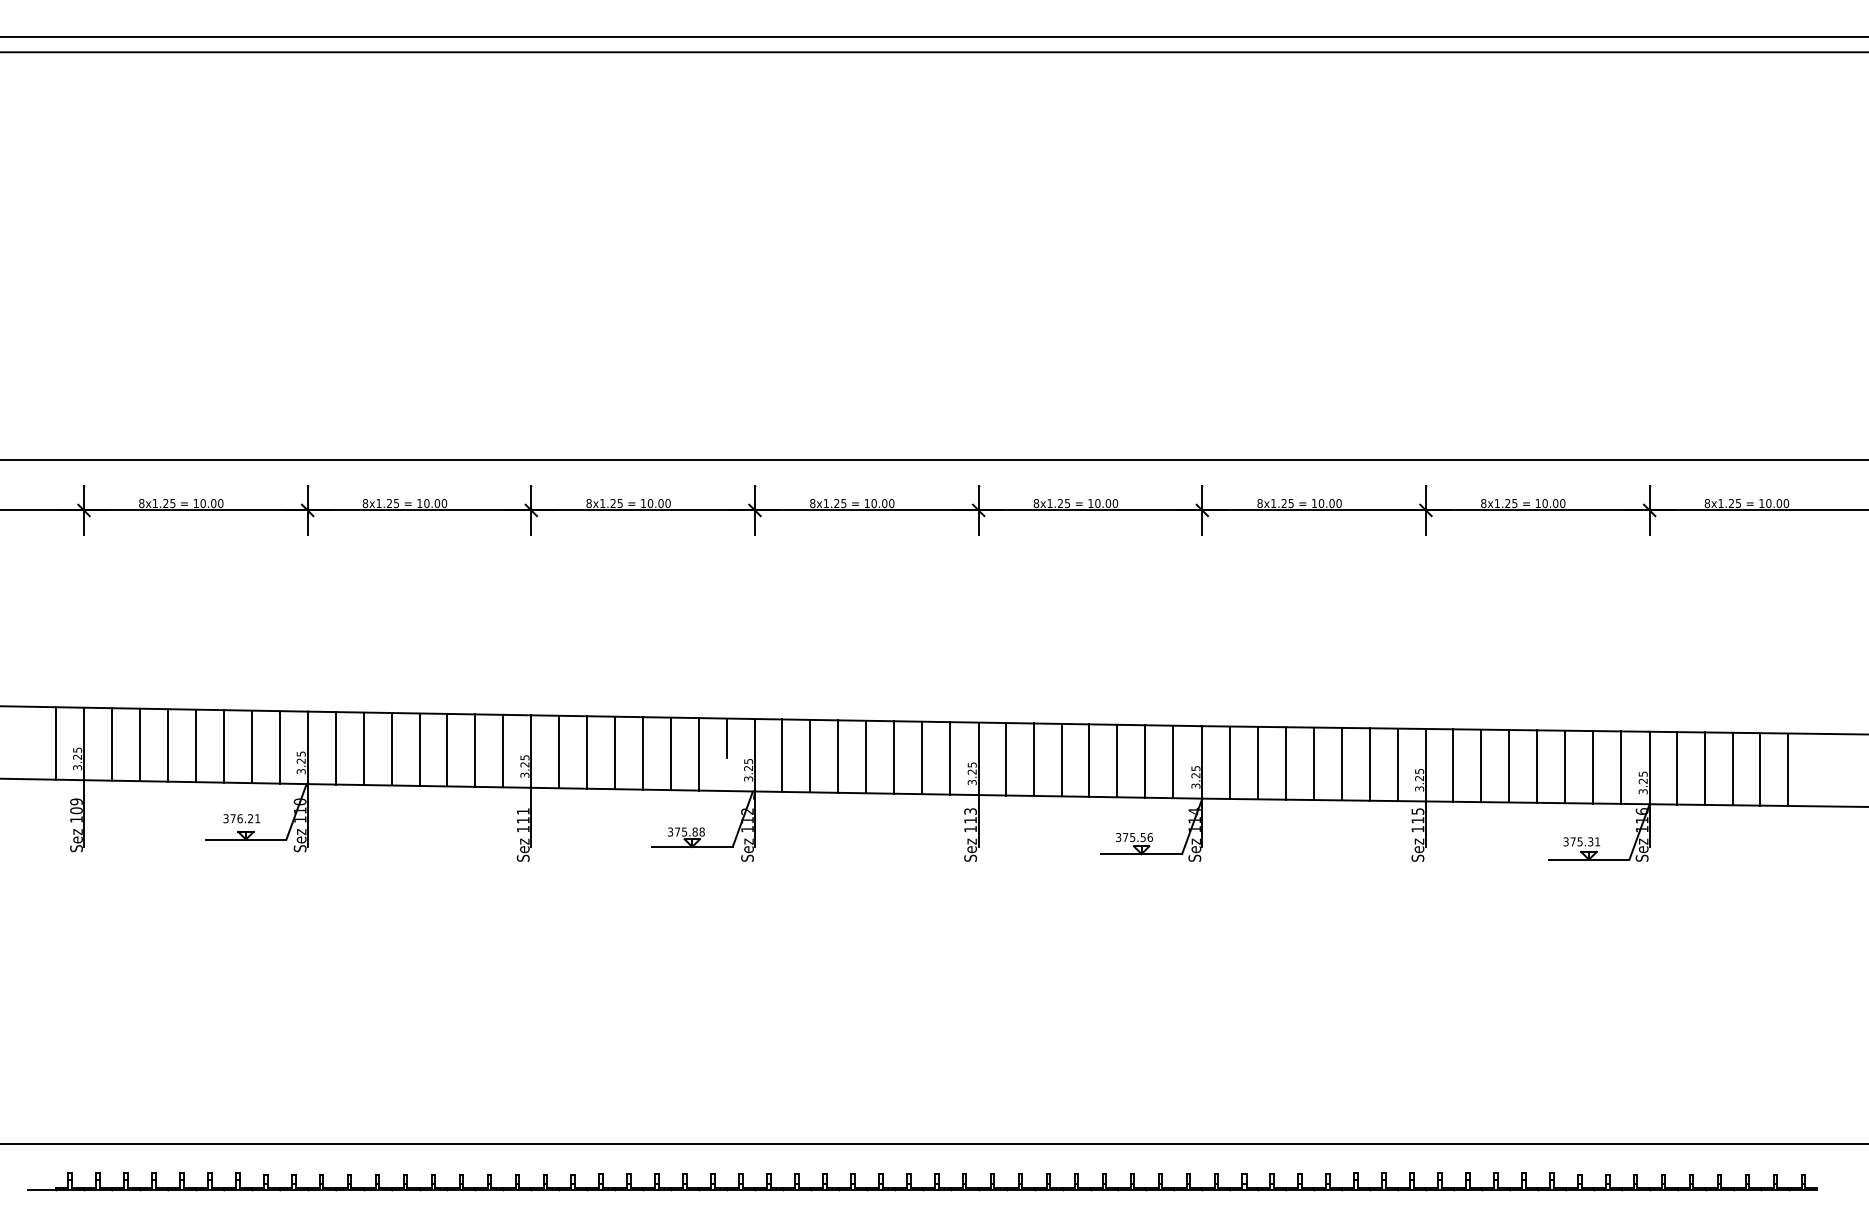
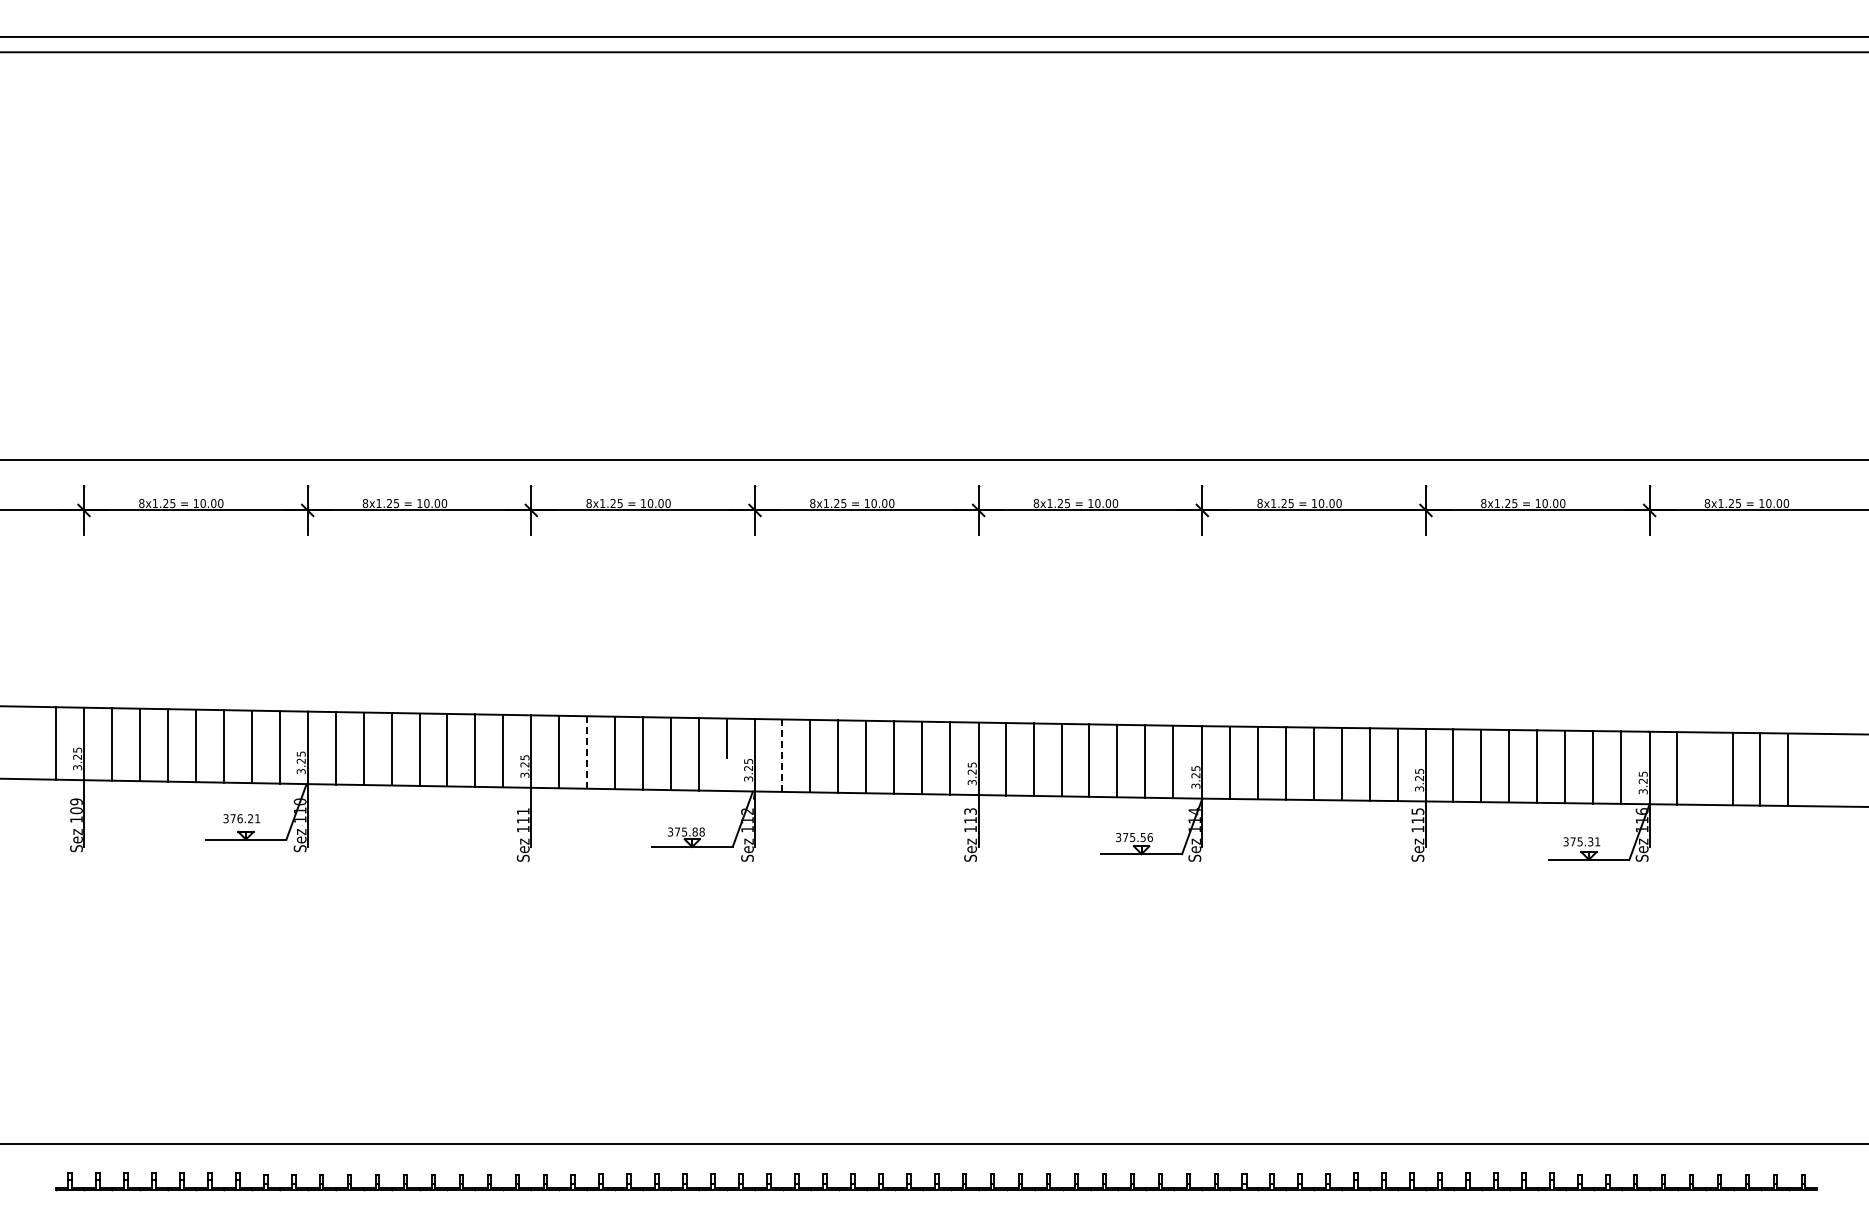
line at (587, 752): solid -> dashed
line at (781, 755): solid -> dashed
line at (1704, 768): present -> none
line at (42, 1190): present -> none
